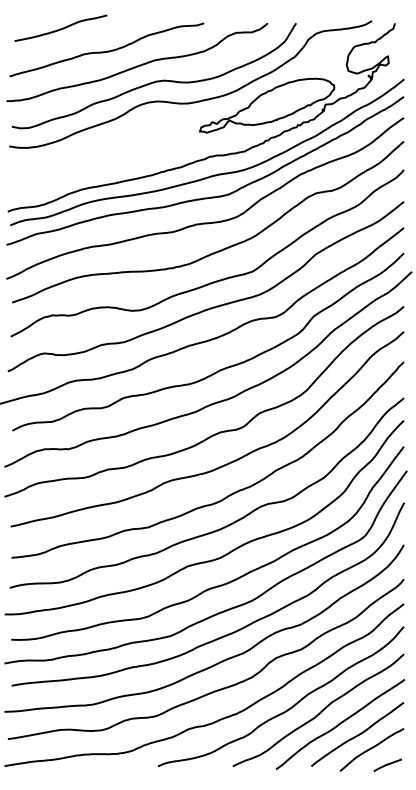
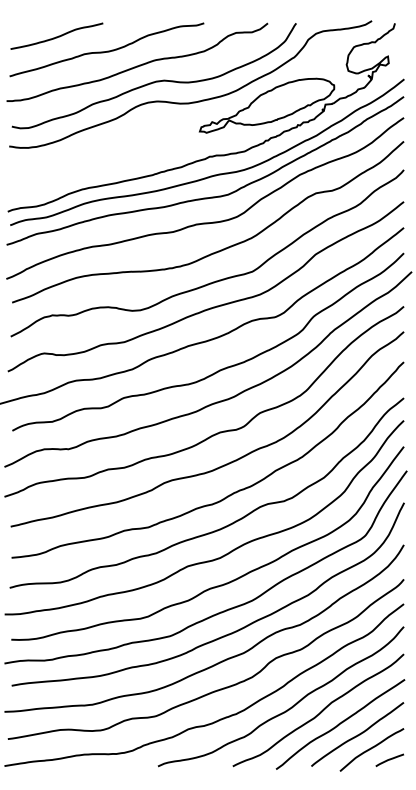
curve at (60, 28) position: (60, 28) -> (56, 36)
line at (387, 764) position: (387, 764) -> (389, 759)
